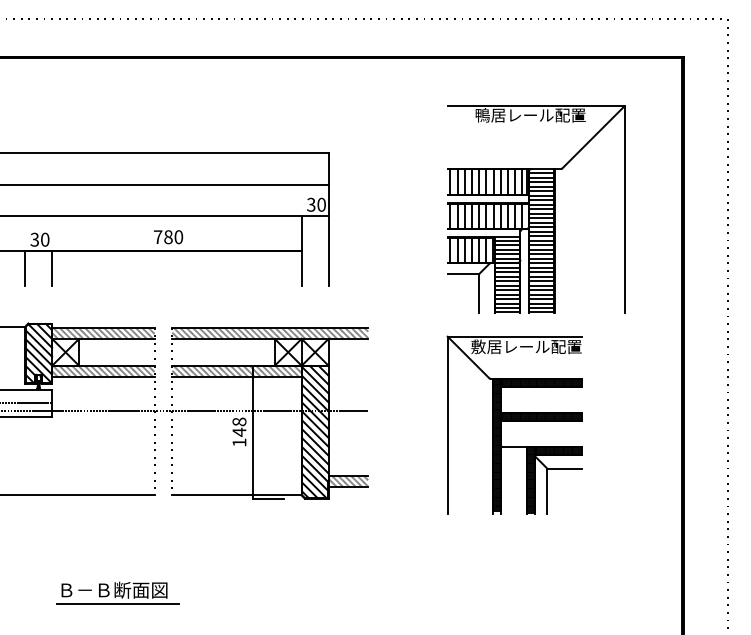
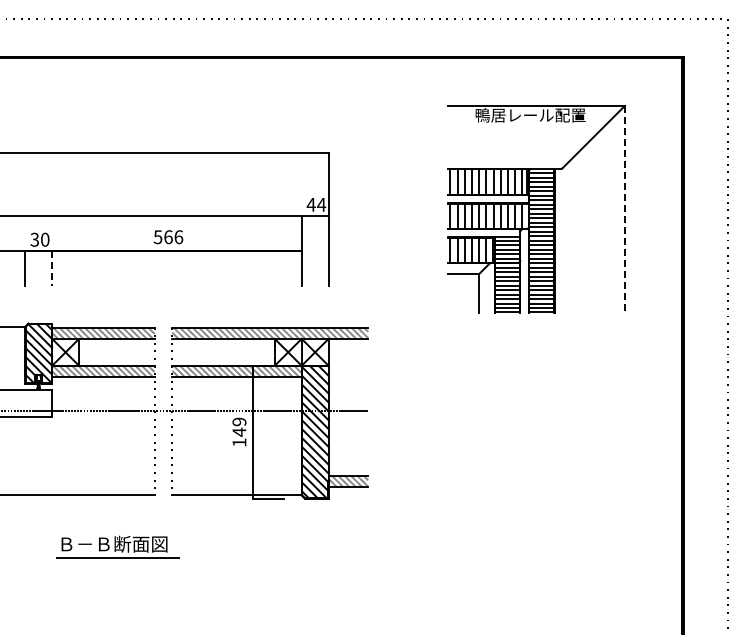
line at (165, 184): present -> none
text at (316, 204): 30 -> 44
line at (624, 209): solid -> dashed
text at (168, 237): 780 -> 566
line at (52, 268): solid -> dashed
line at (27, 403): present -> none
text at (239, 421): 148 -> 149
part at (514, 424): present -> none
part at (117, 592) position: (117, 592) -> (117, 546)
